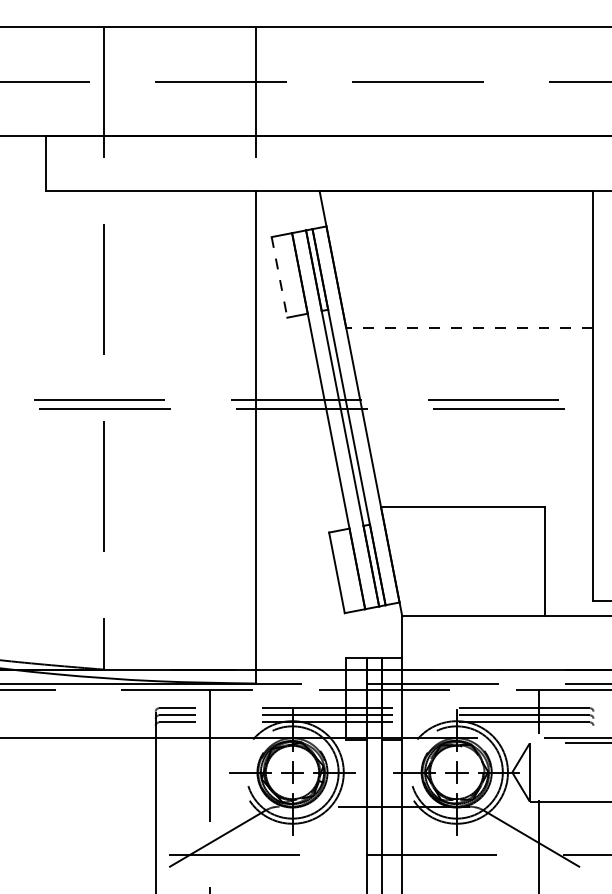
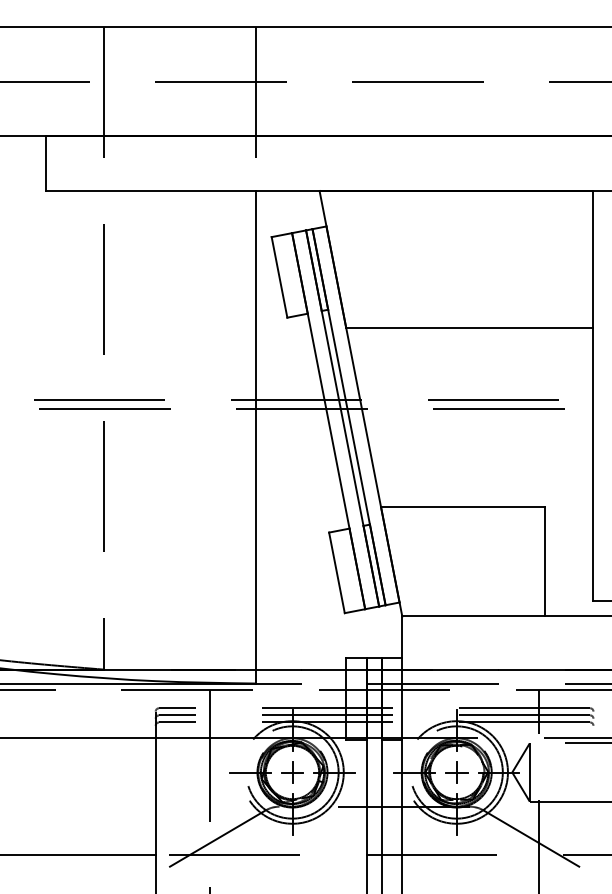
line at (279, 277): dashed -> solid
line at (469, 327): dashed -> solid
line at (78, 854): none -> present
